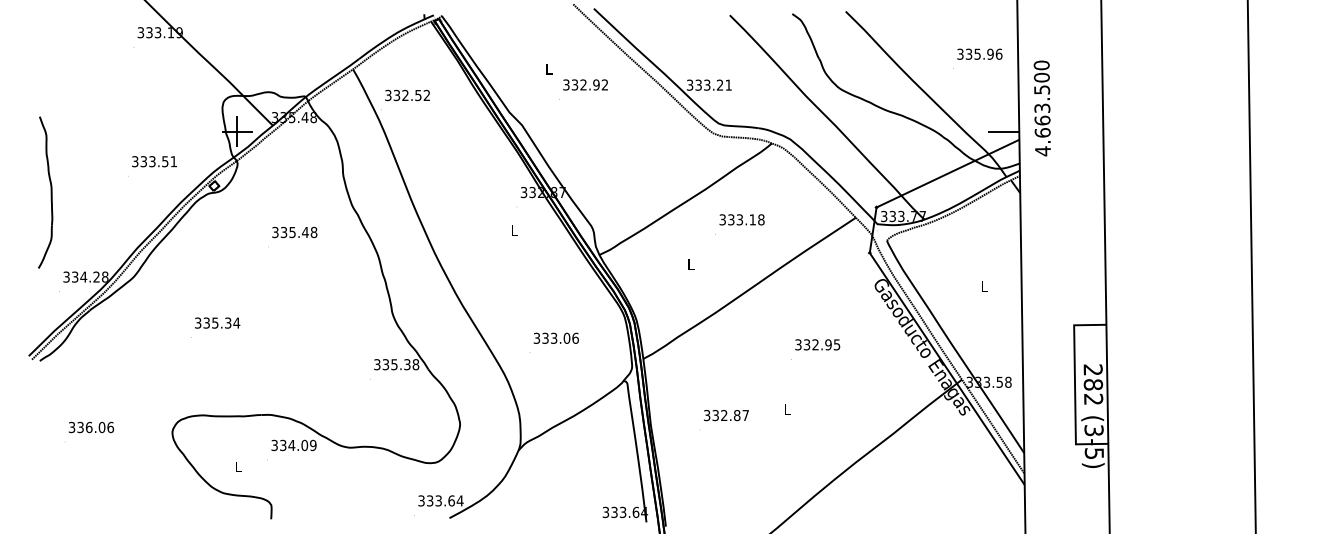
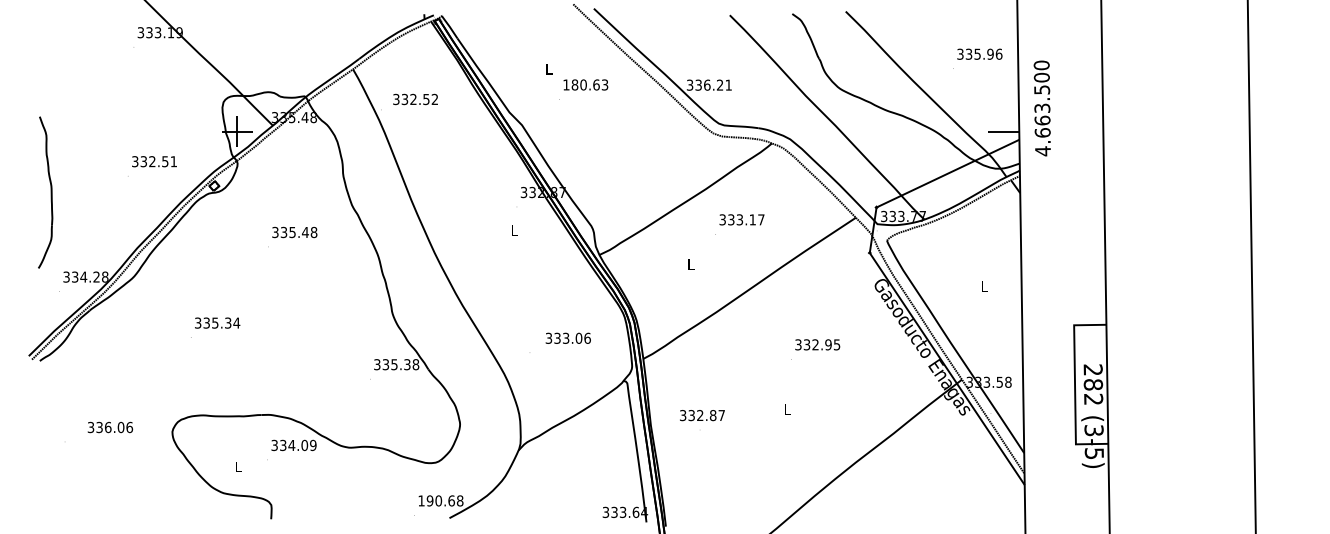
text at (585, 84): 332.92 -> 180.63
text at (707, 84): 333.21 -> 336.21
text at (407, 95) position: (407, 95) -> (415, 99)
text at (152, 162): 333.51 -> 332.51
text at (761, 219): 333.18 -> 333.17
text at (555, 337) position: (555, 337) -> (567, 337)
text at (726, 415) position: (726, 415) -> (702, 415)
text at (91, 427) position: (91, 427) -> (110, 427)
text at (440, 500): 333.64 -> 190.68
